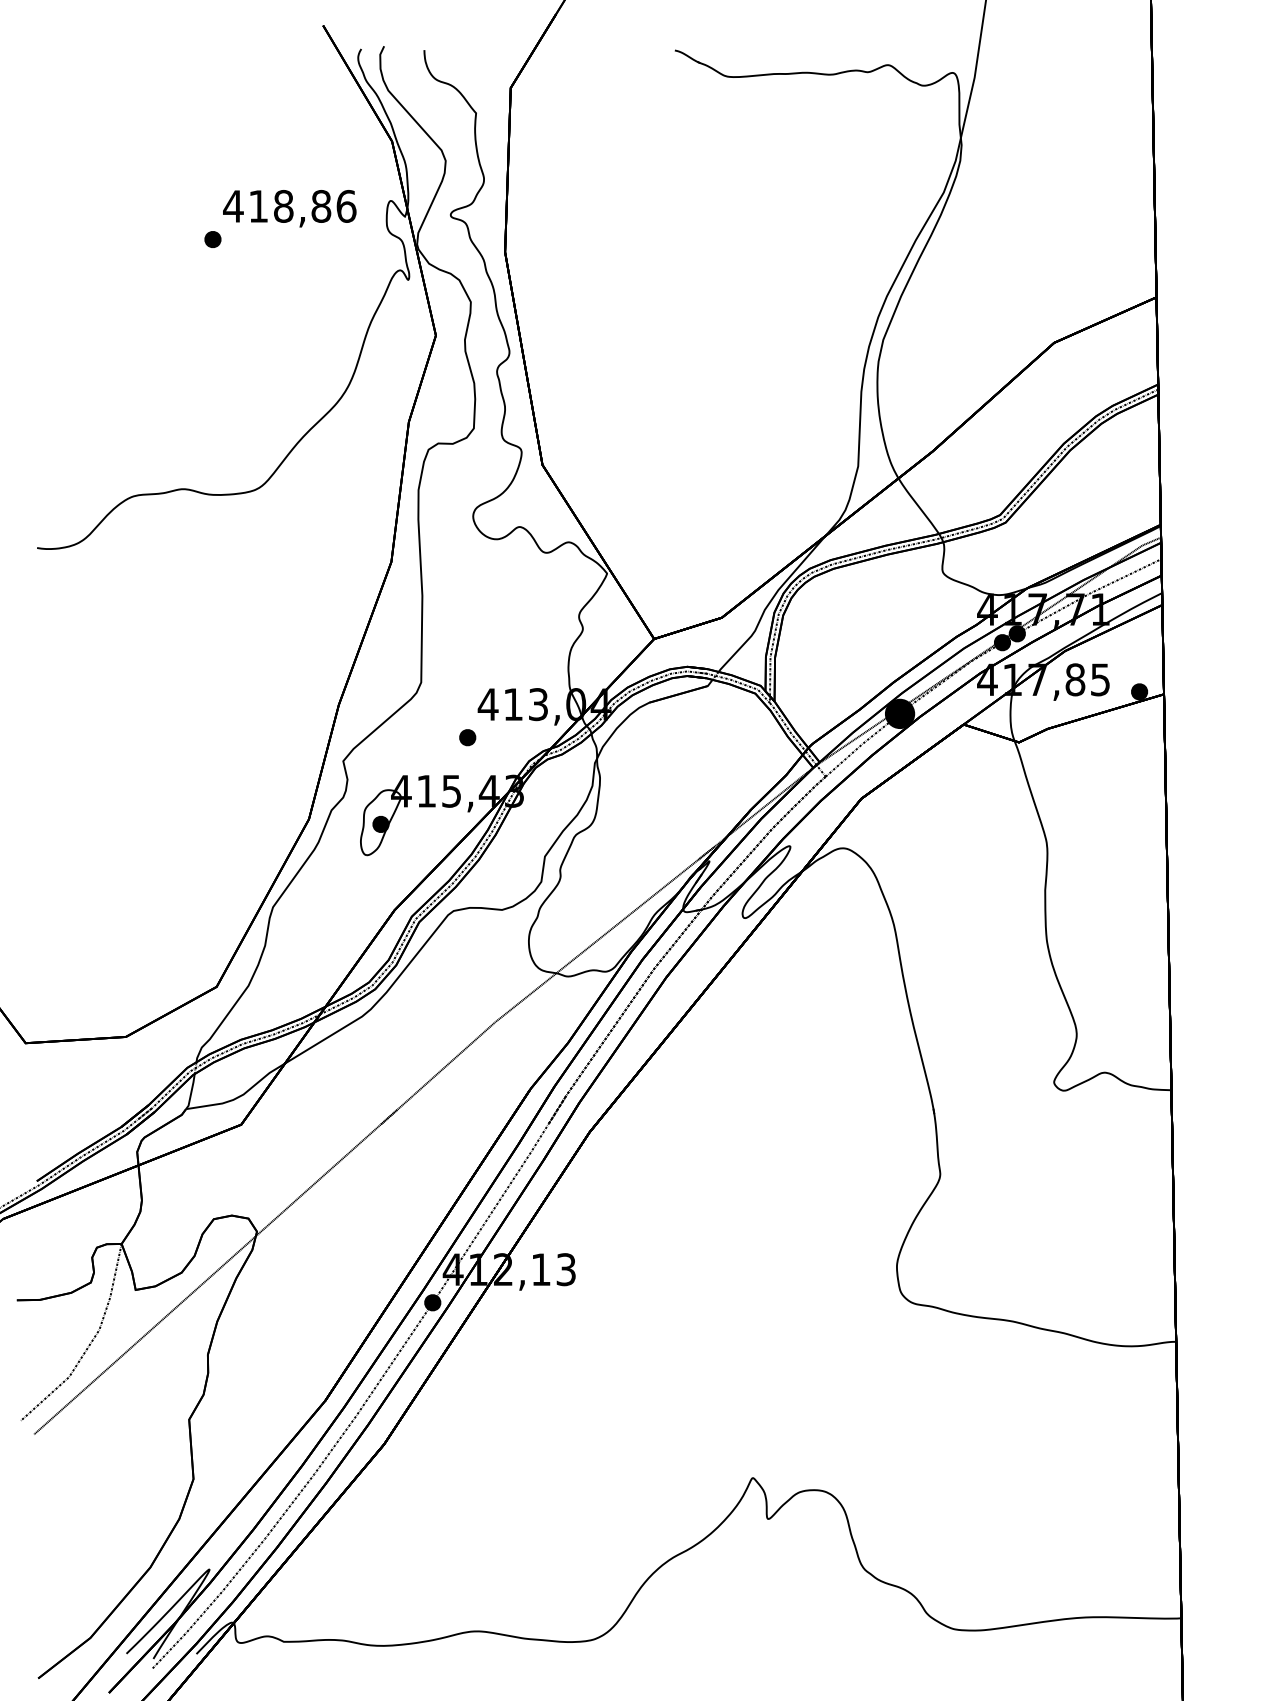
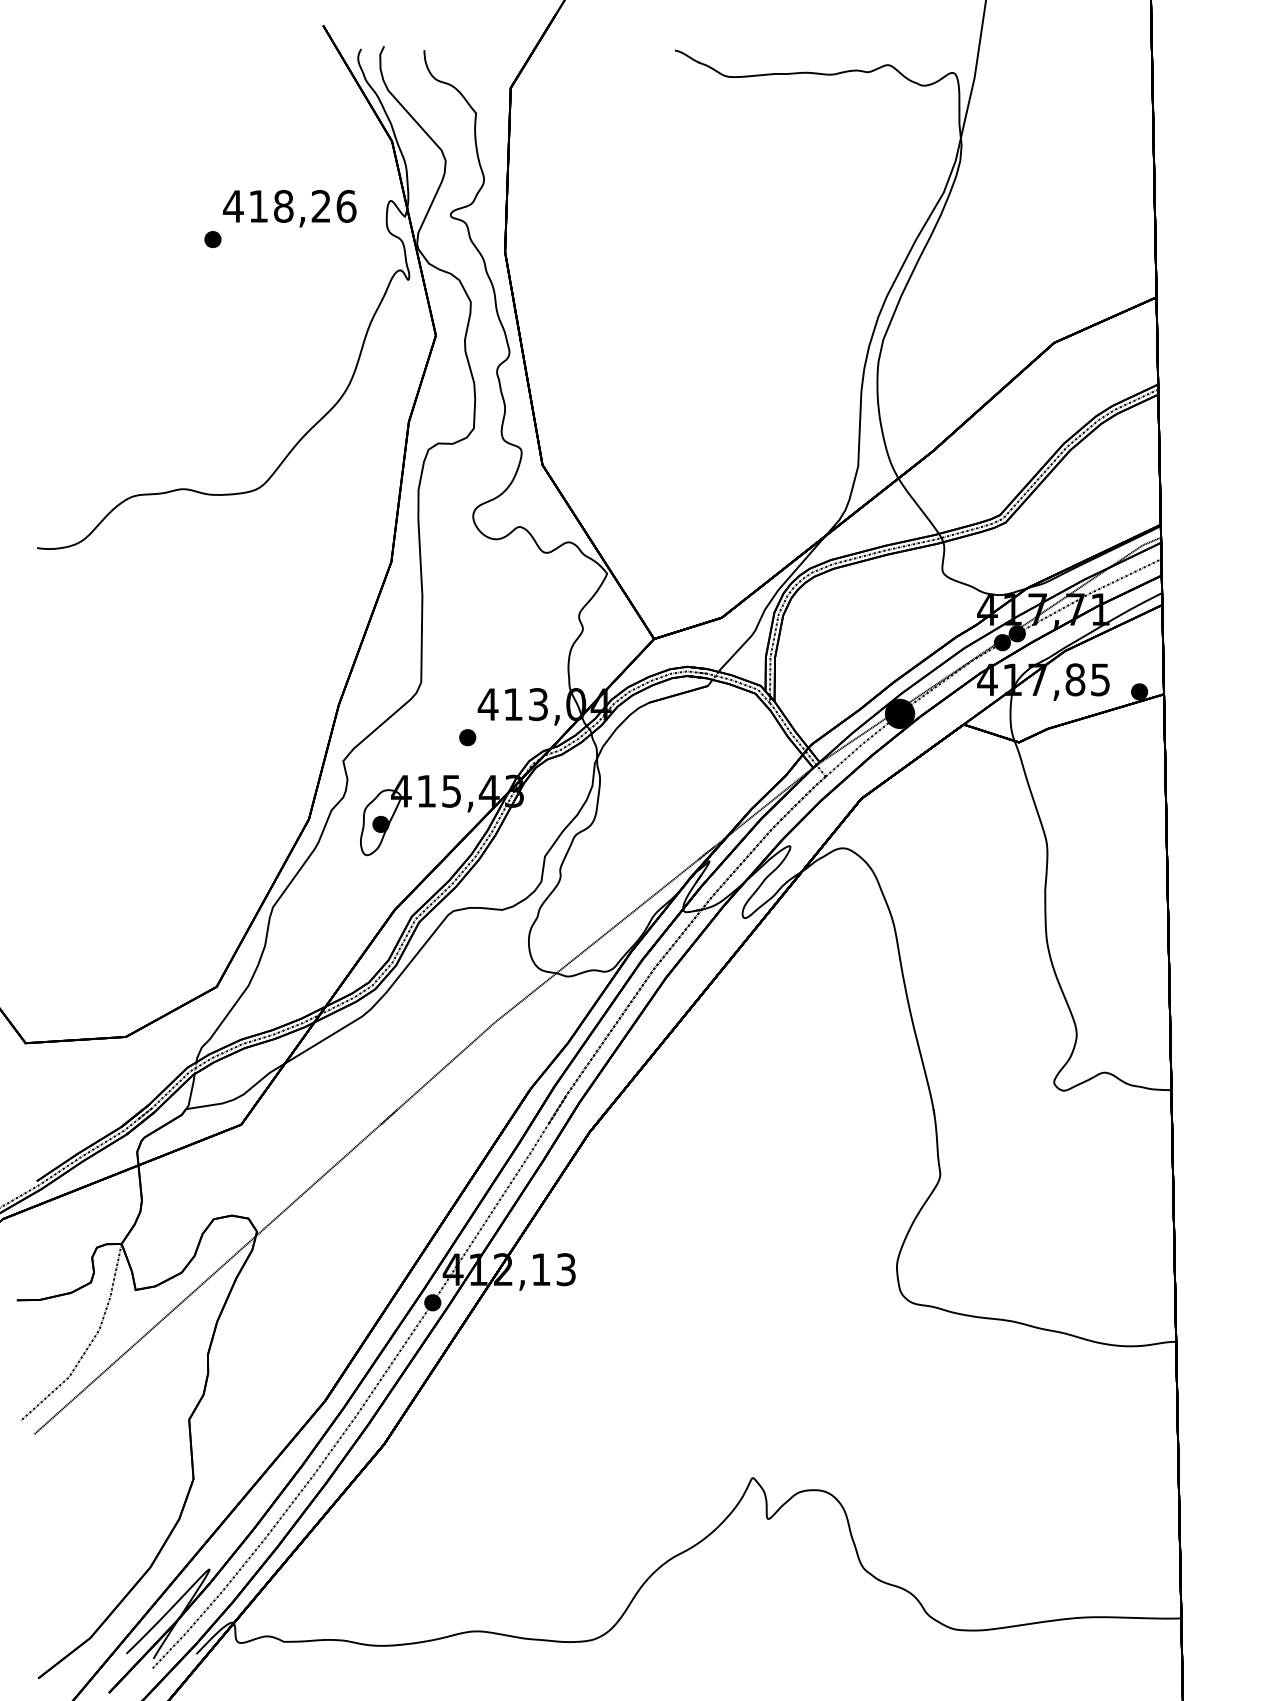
text at (321, 206): 418,86 -> 418,26
